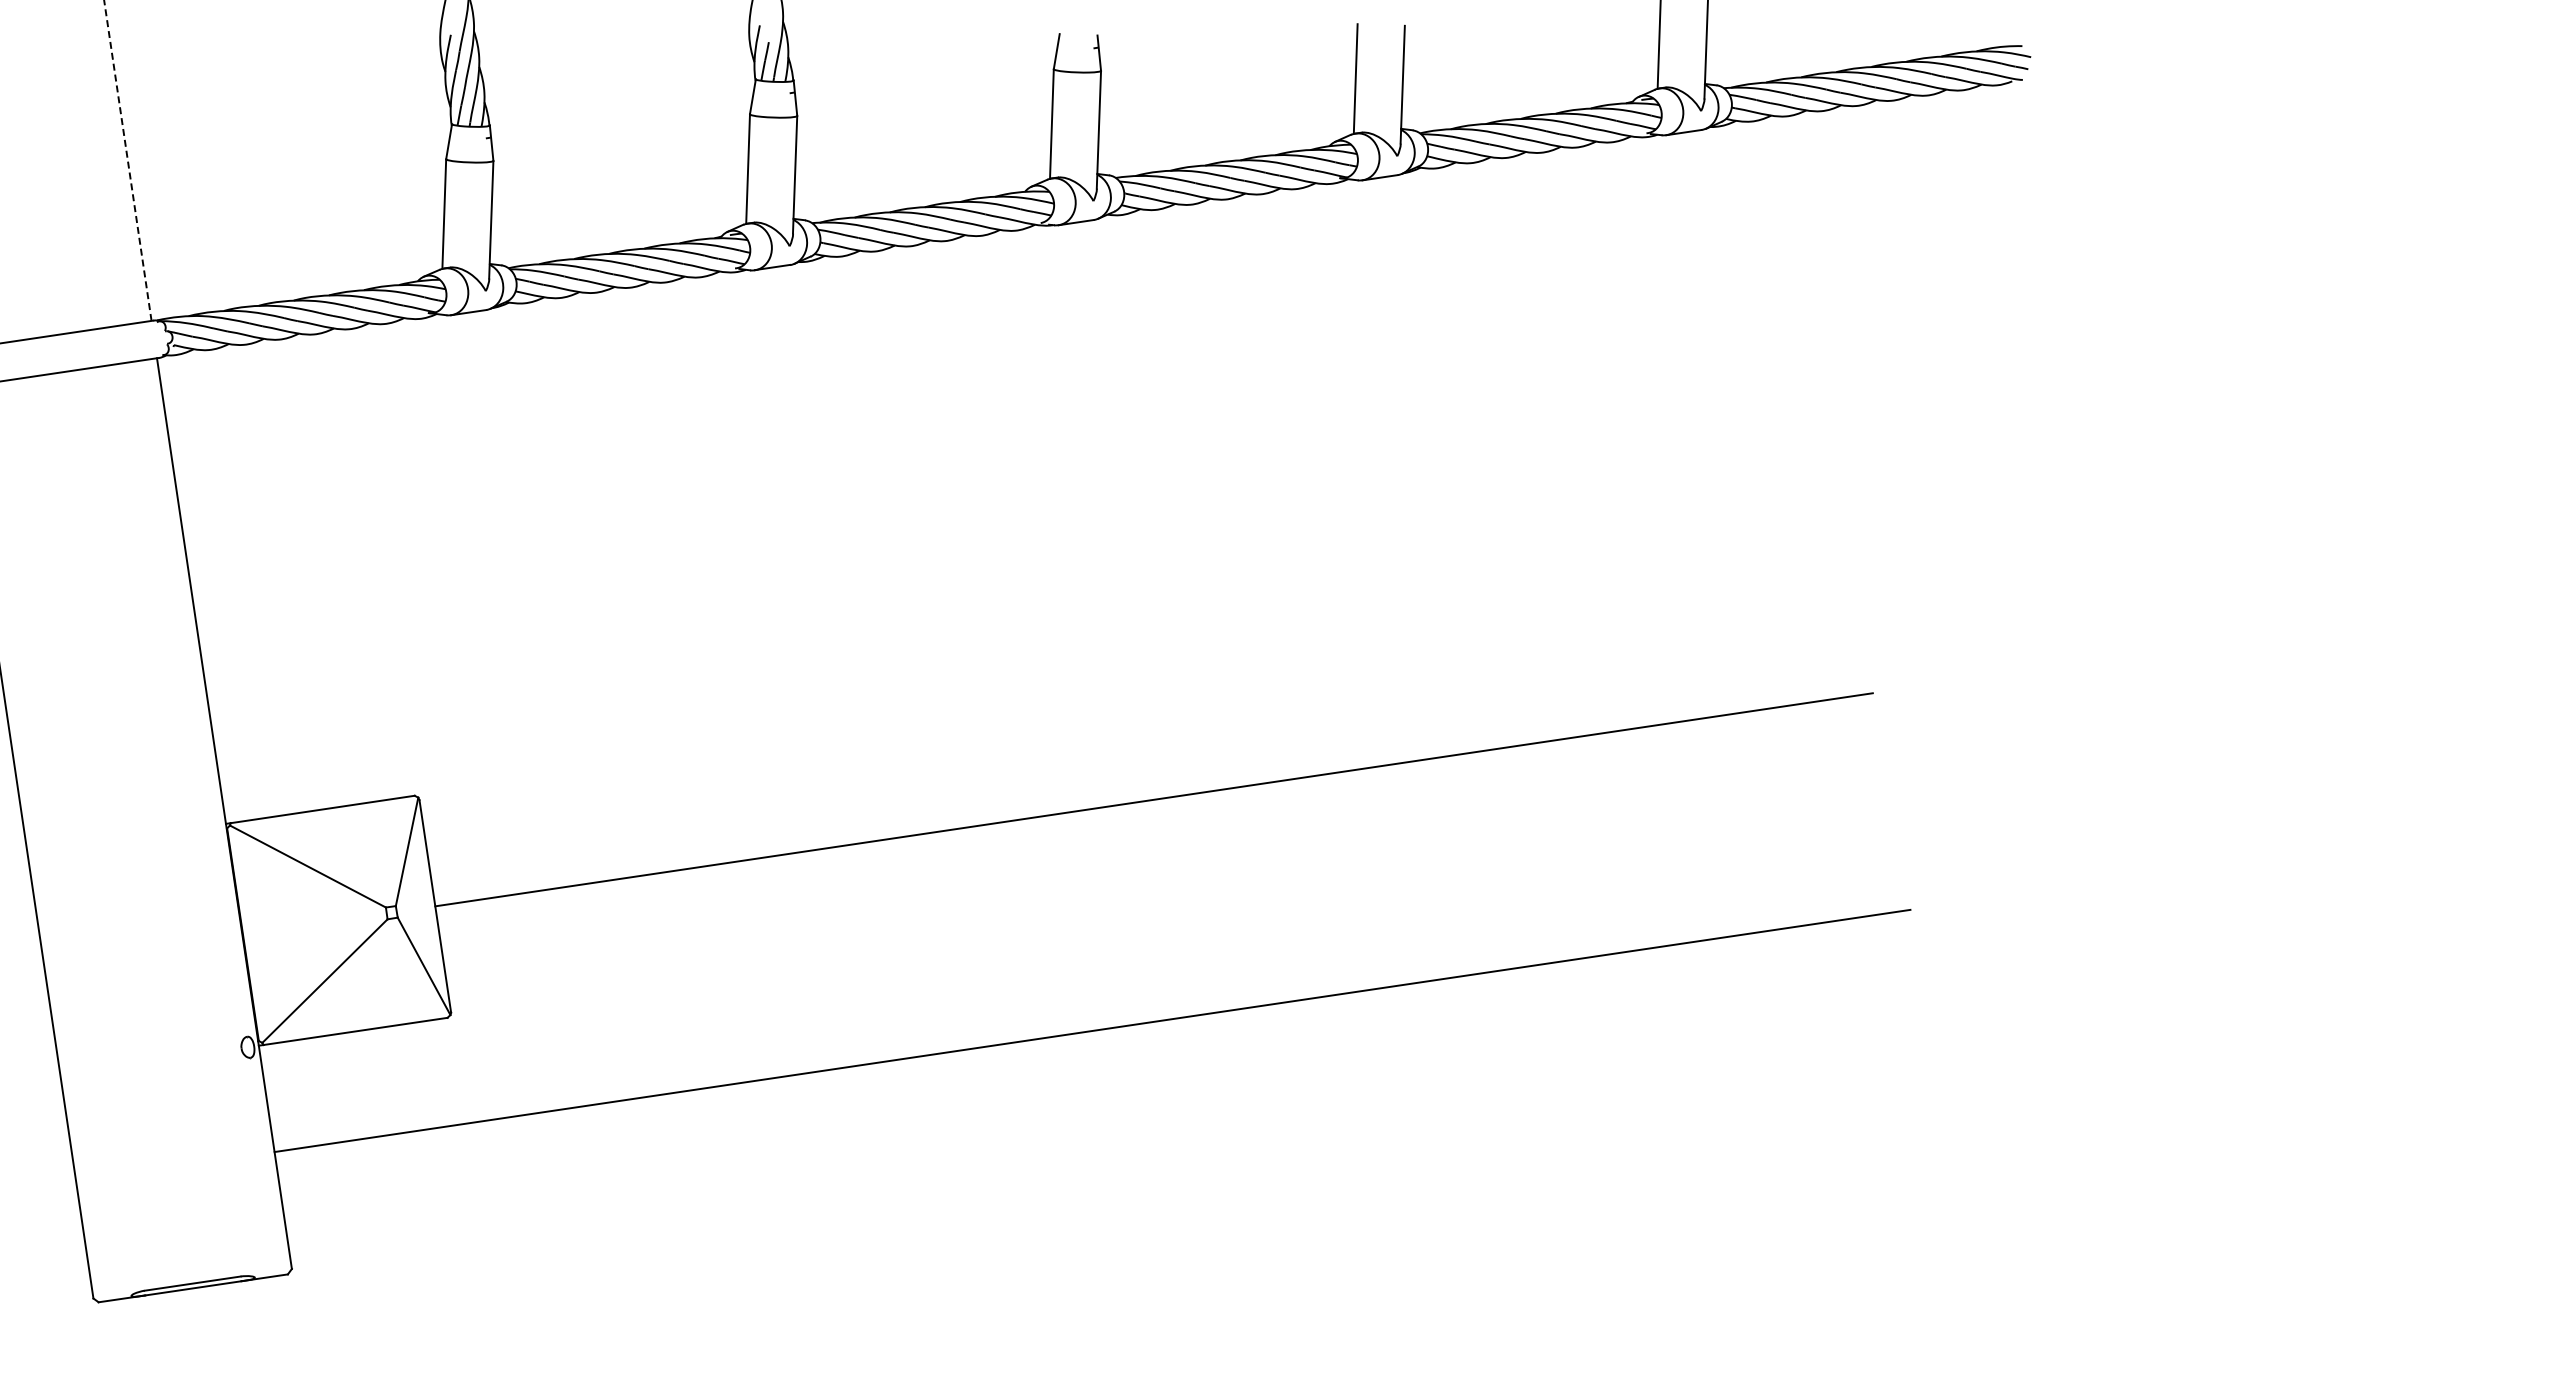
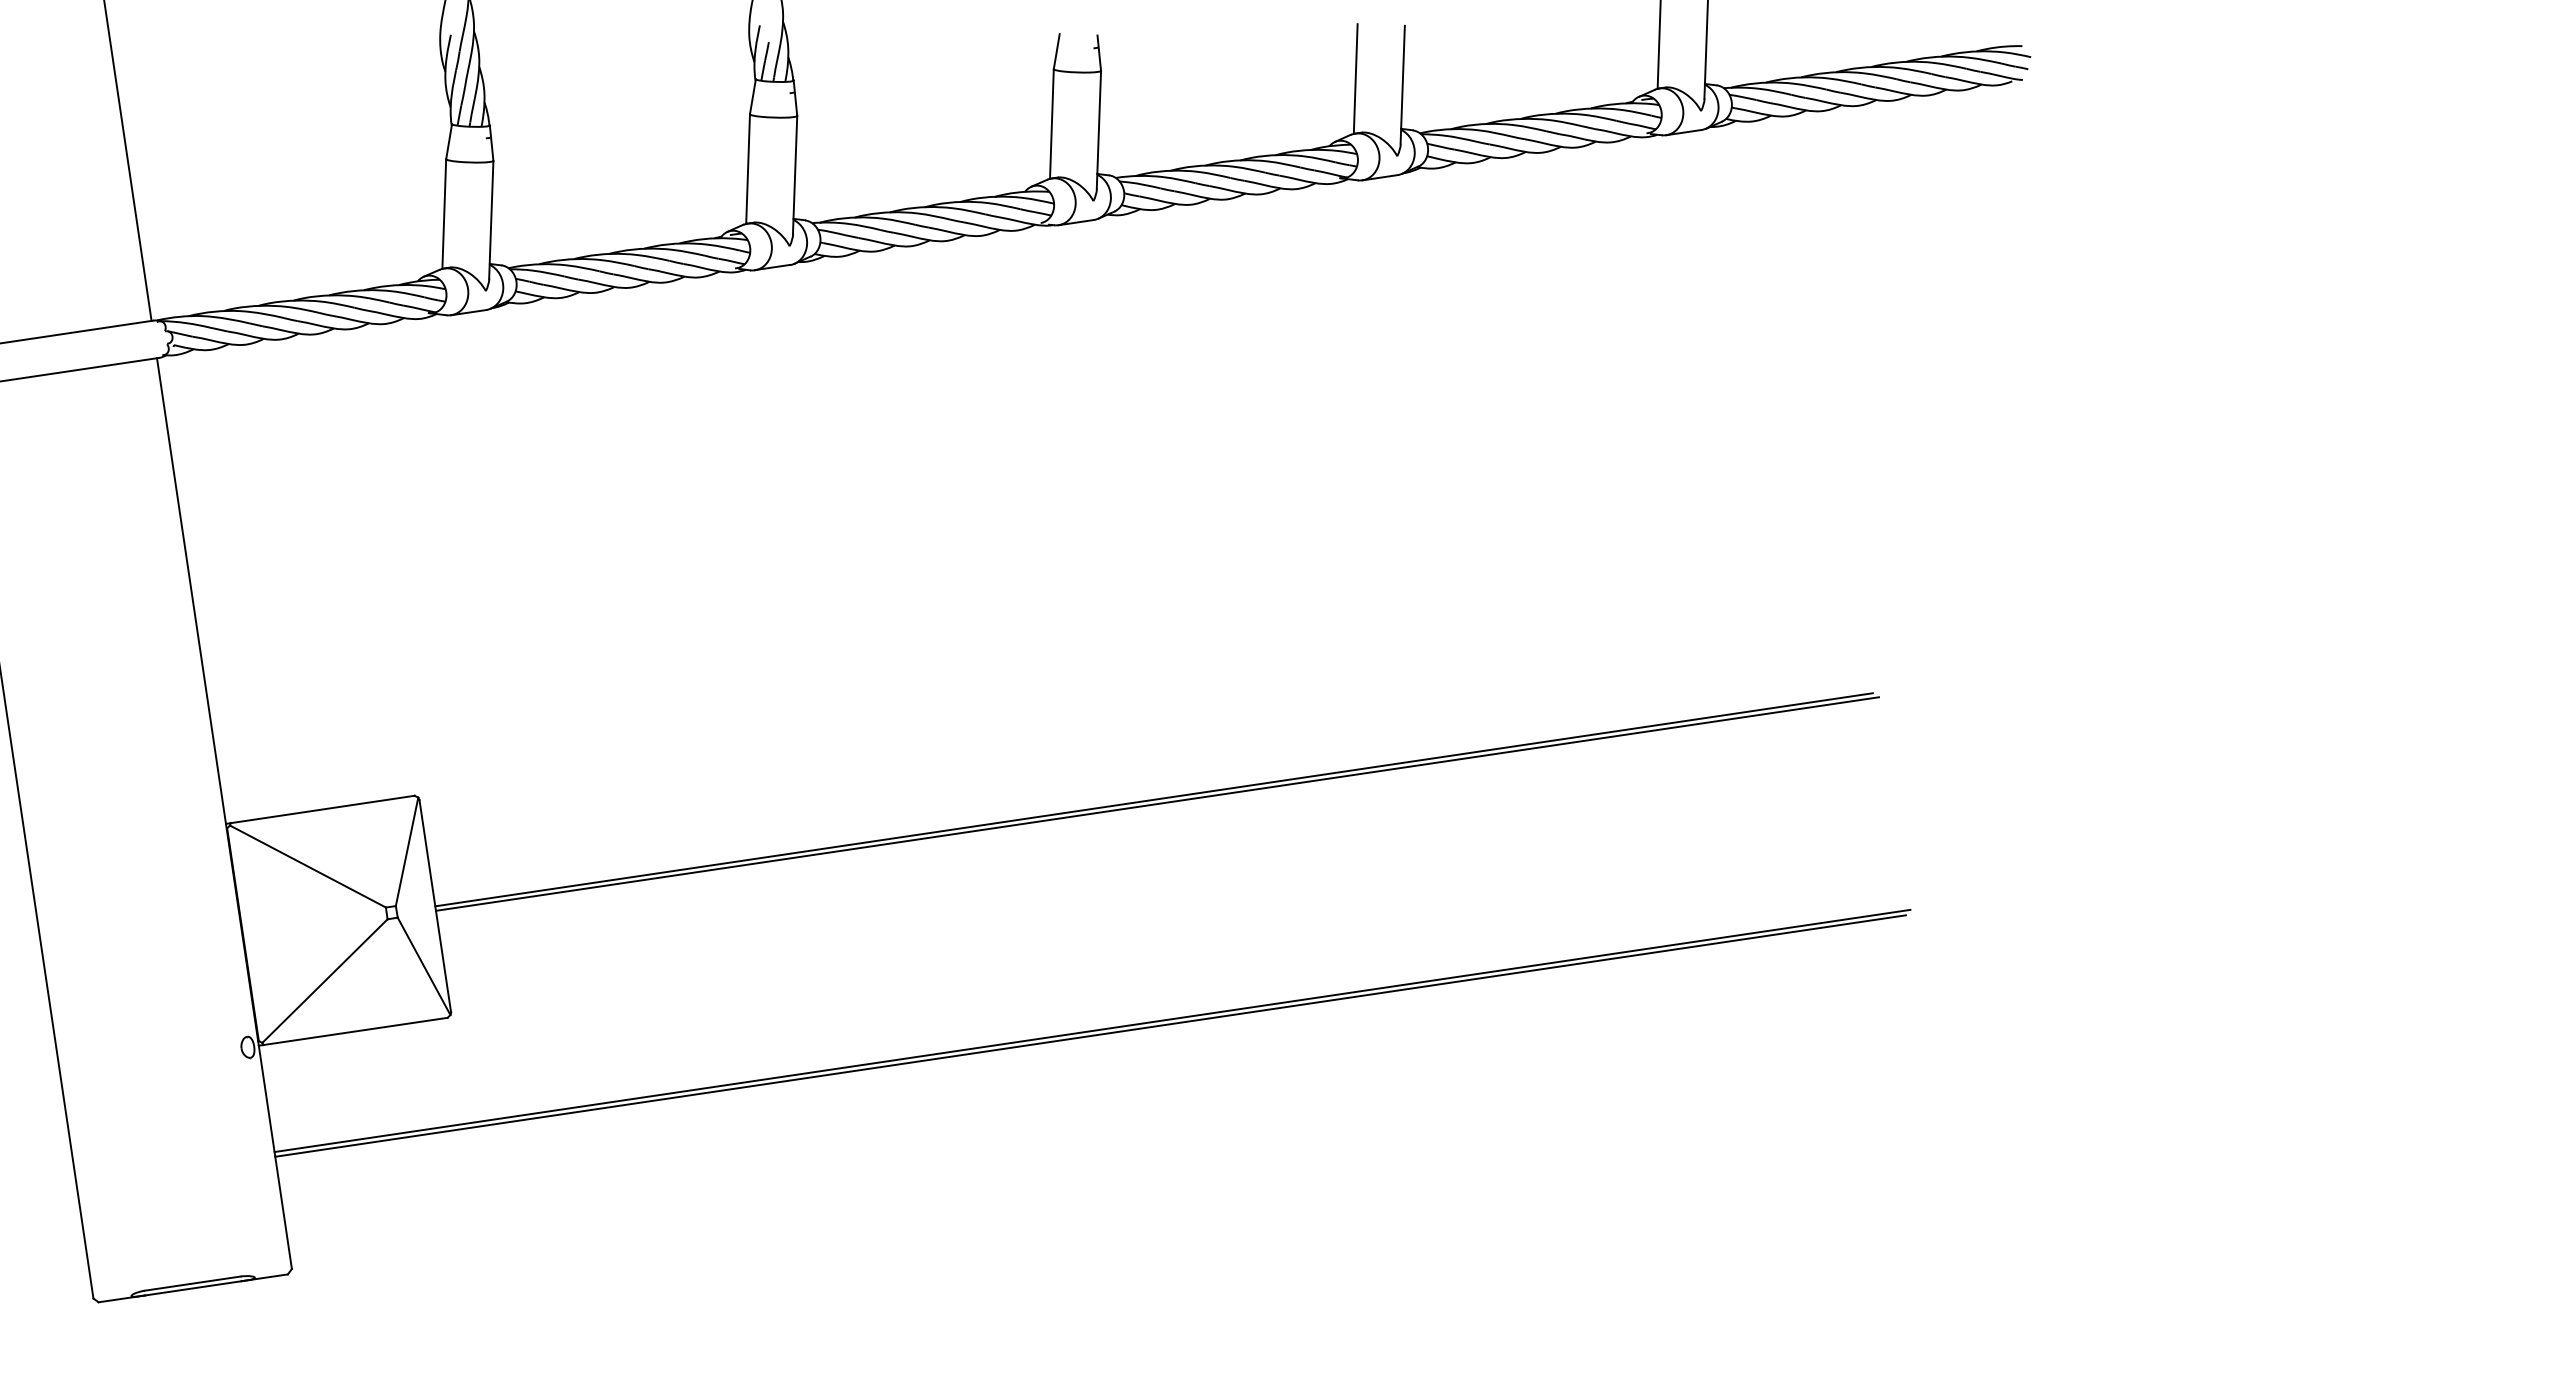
line at (127, 160): dashed -> solid
line at (1157, 803): none -> present
line at (1090, 1035): none -> present
